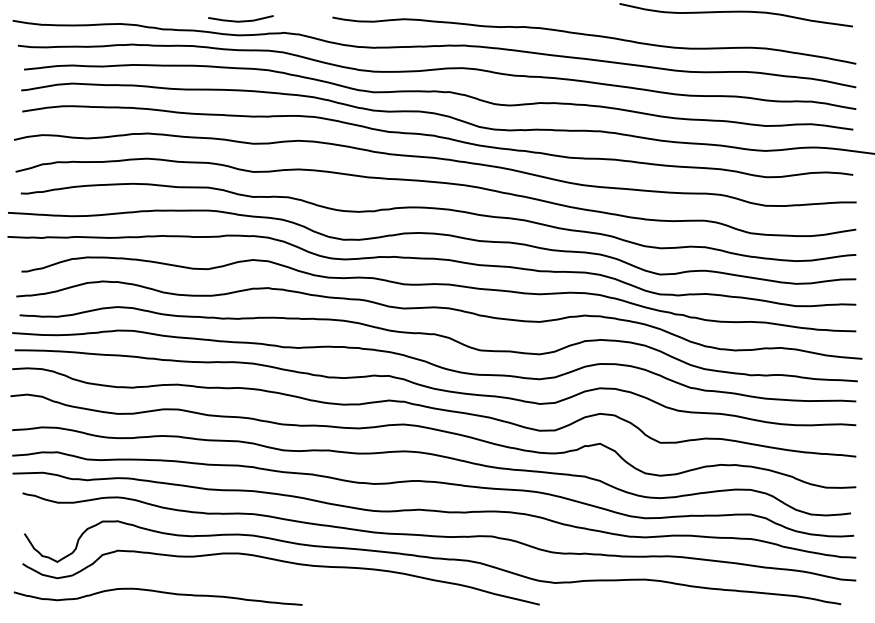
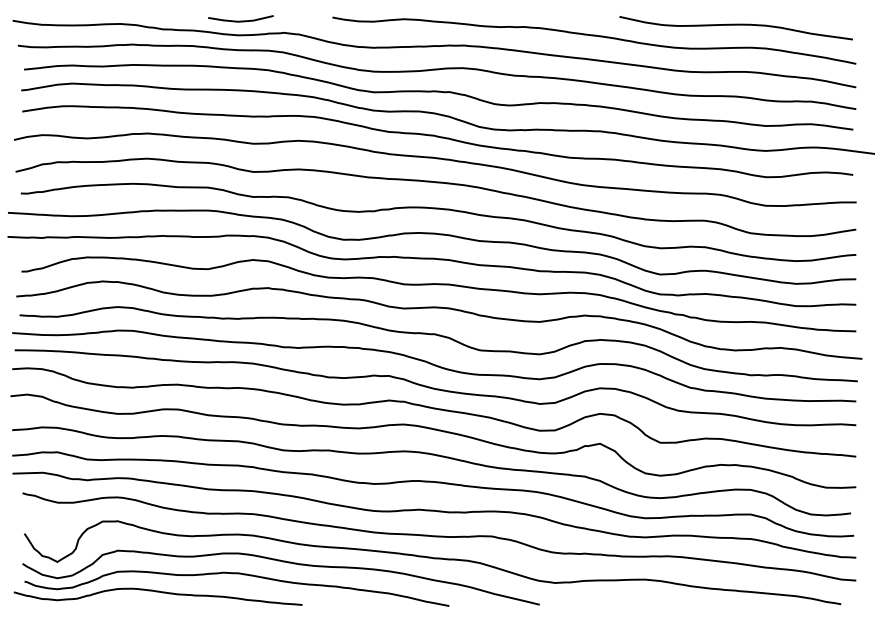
curve at (735, 12) position: (735, 12) -> (735, 25)
curve at (236, 574): none -> present
